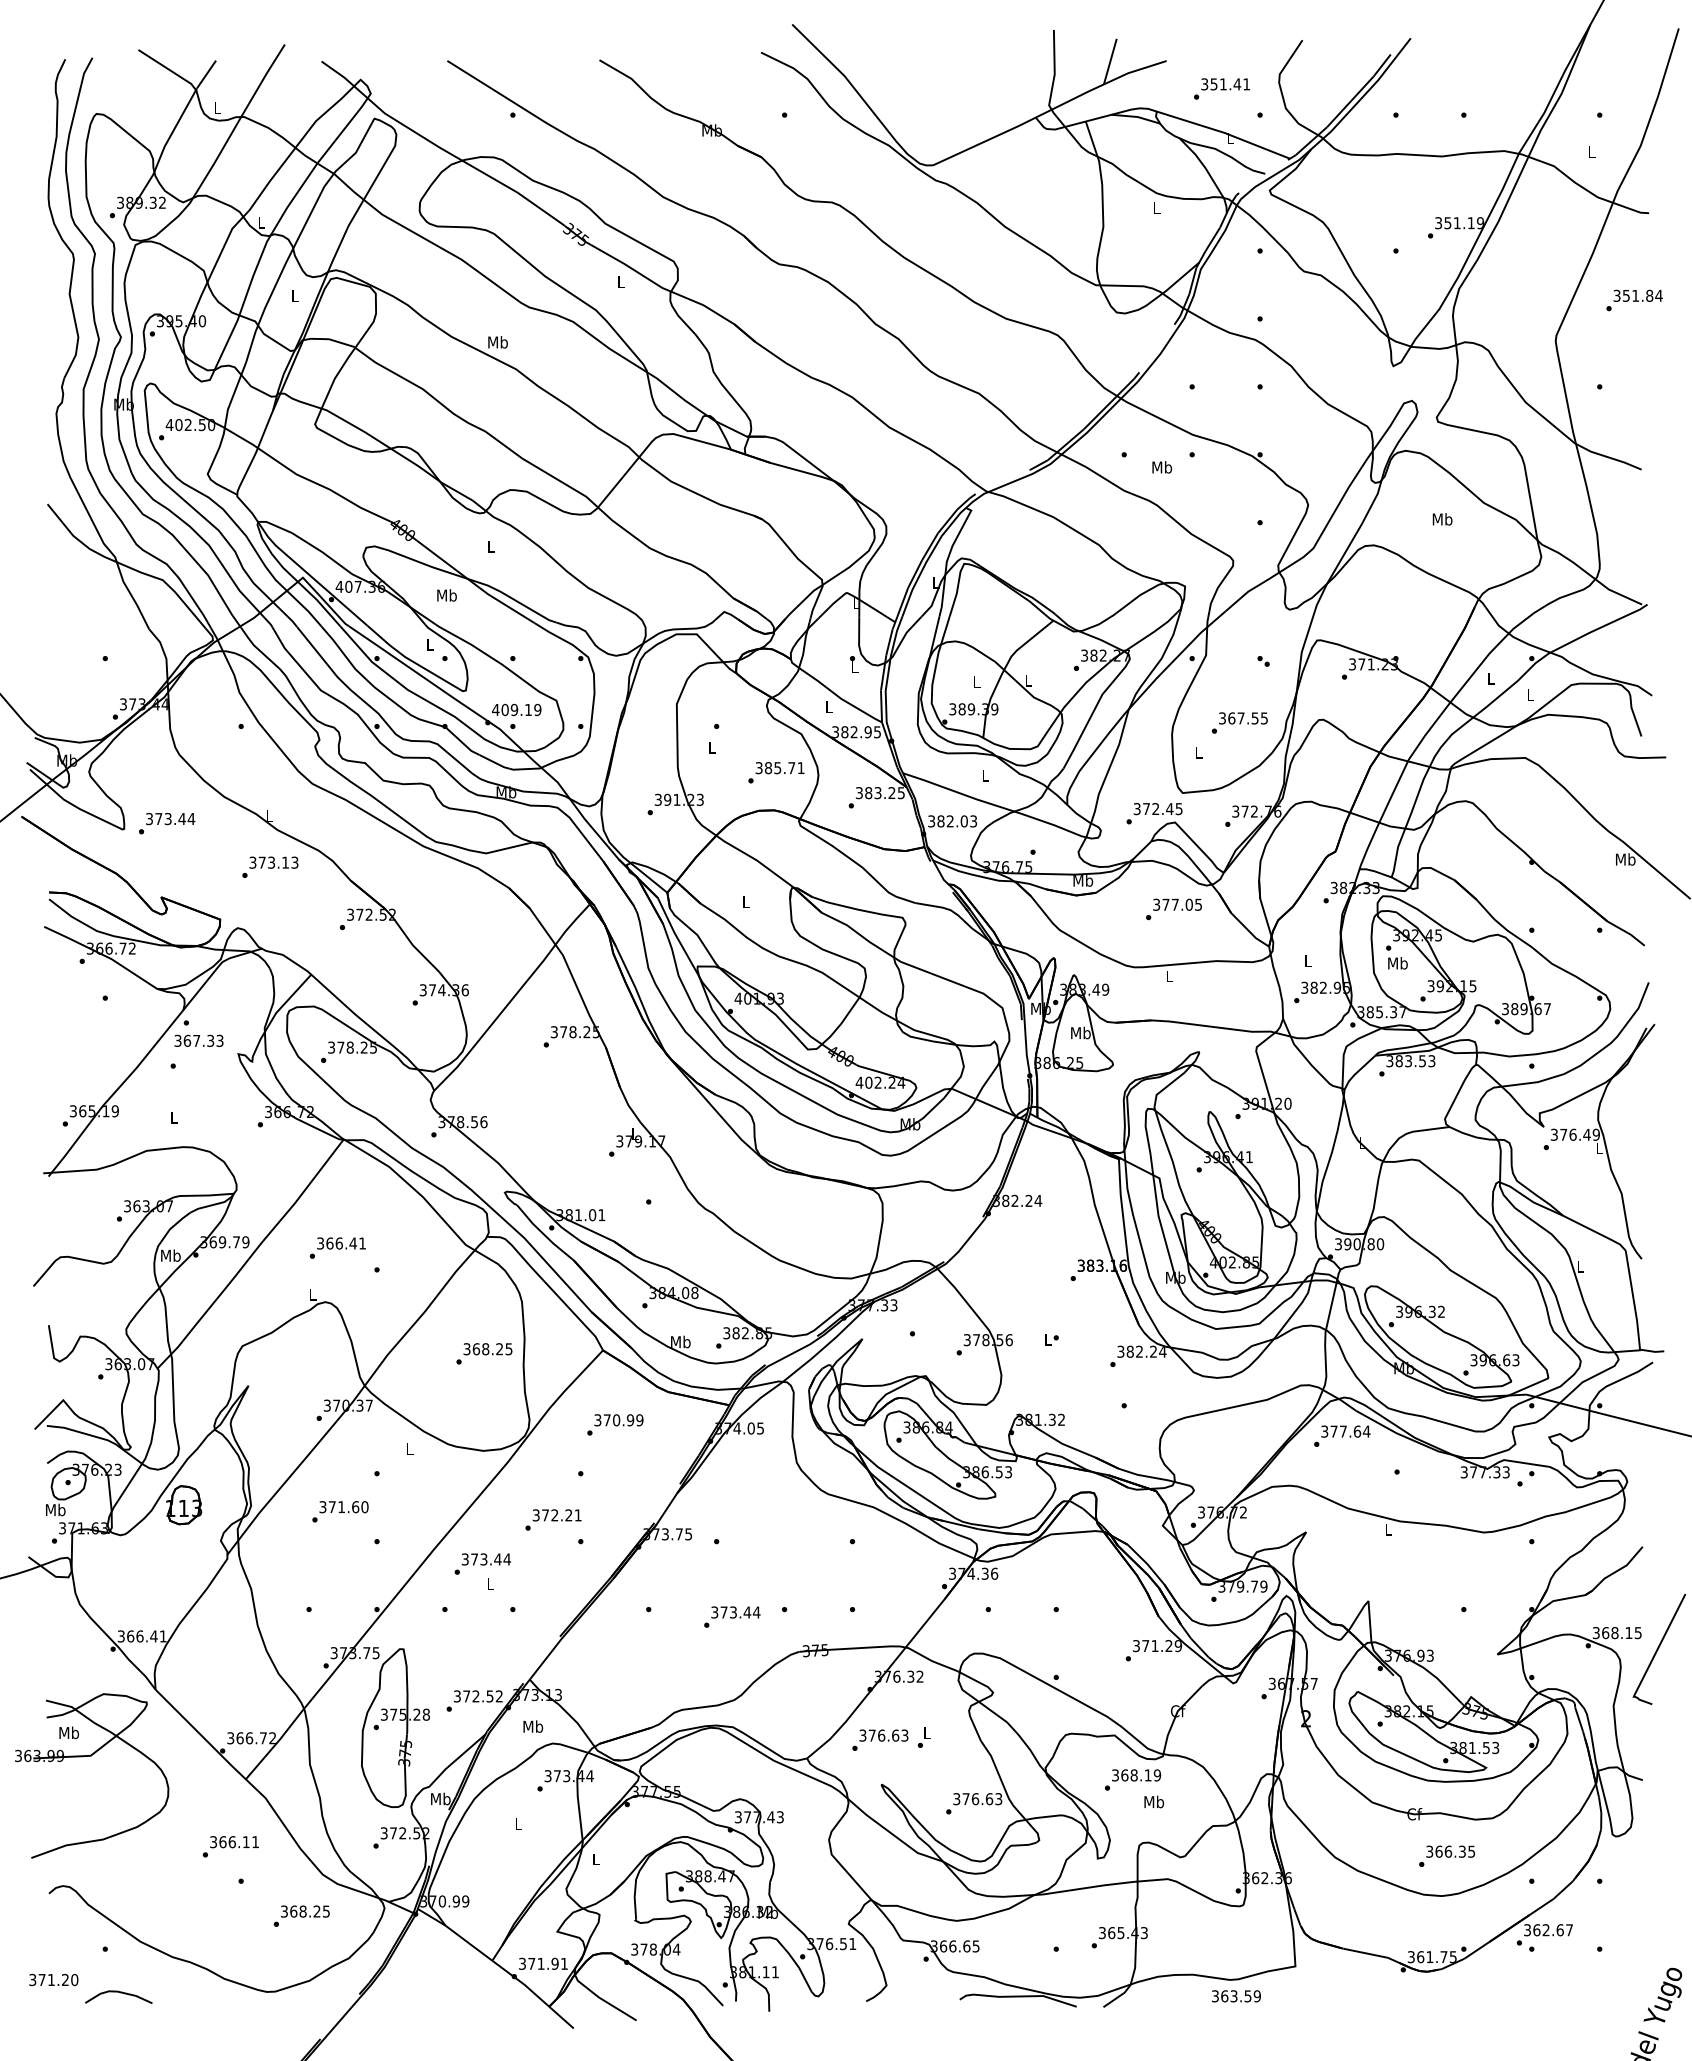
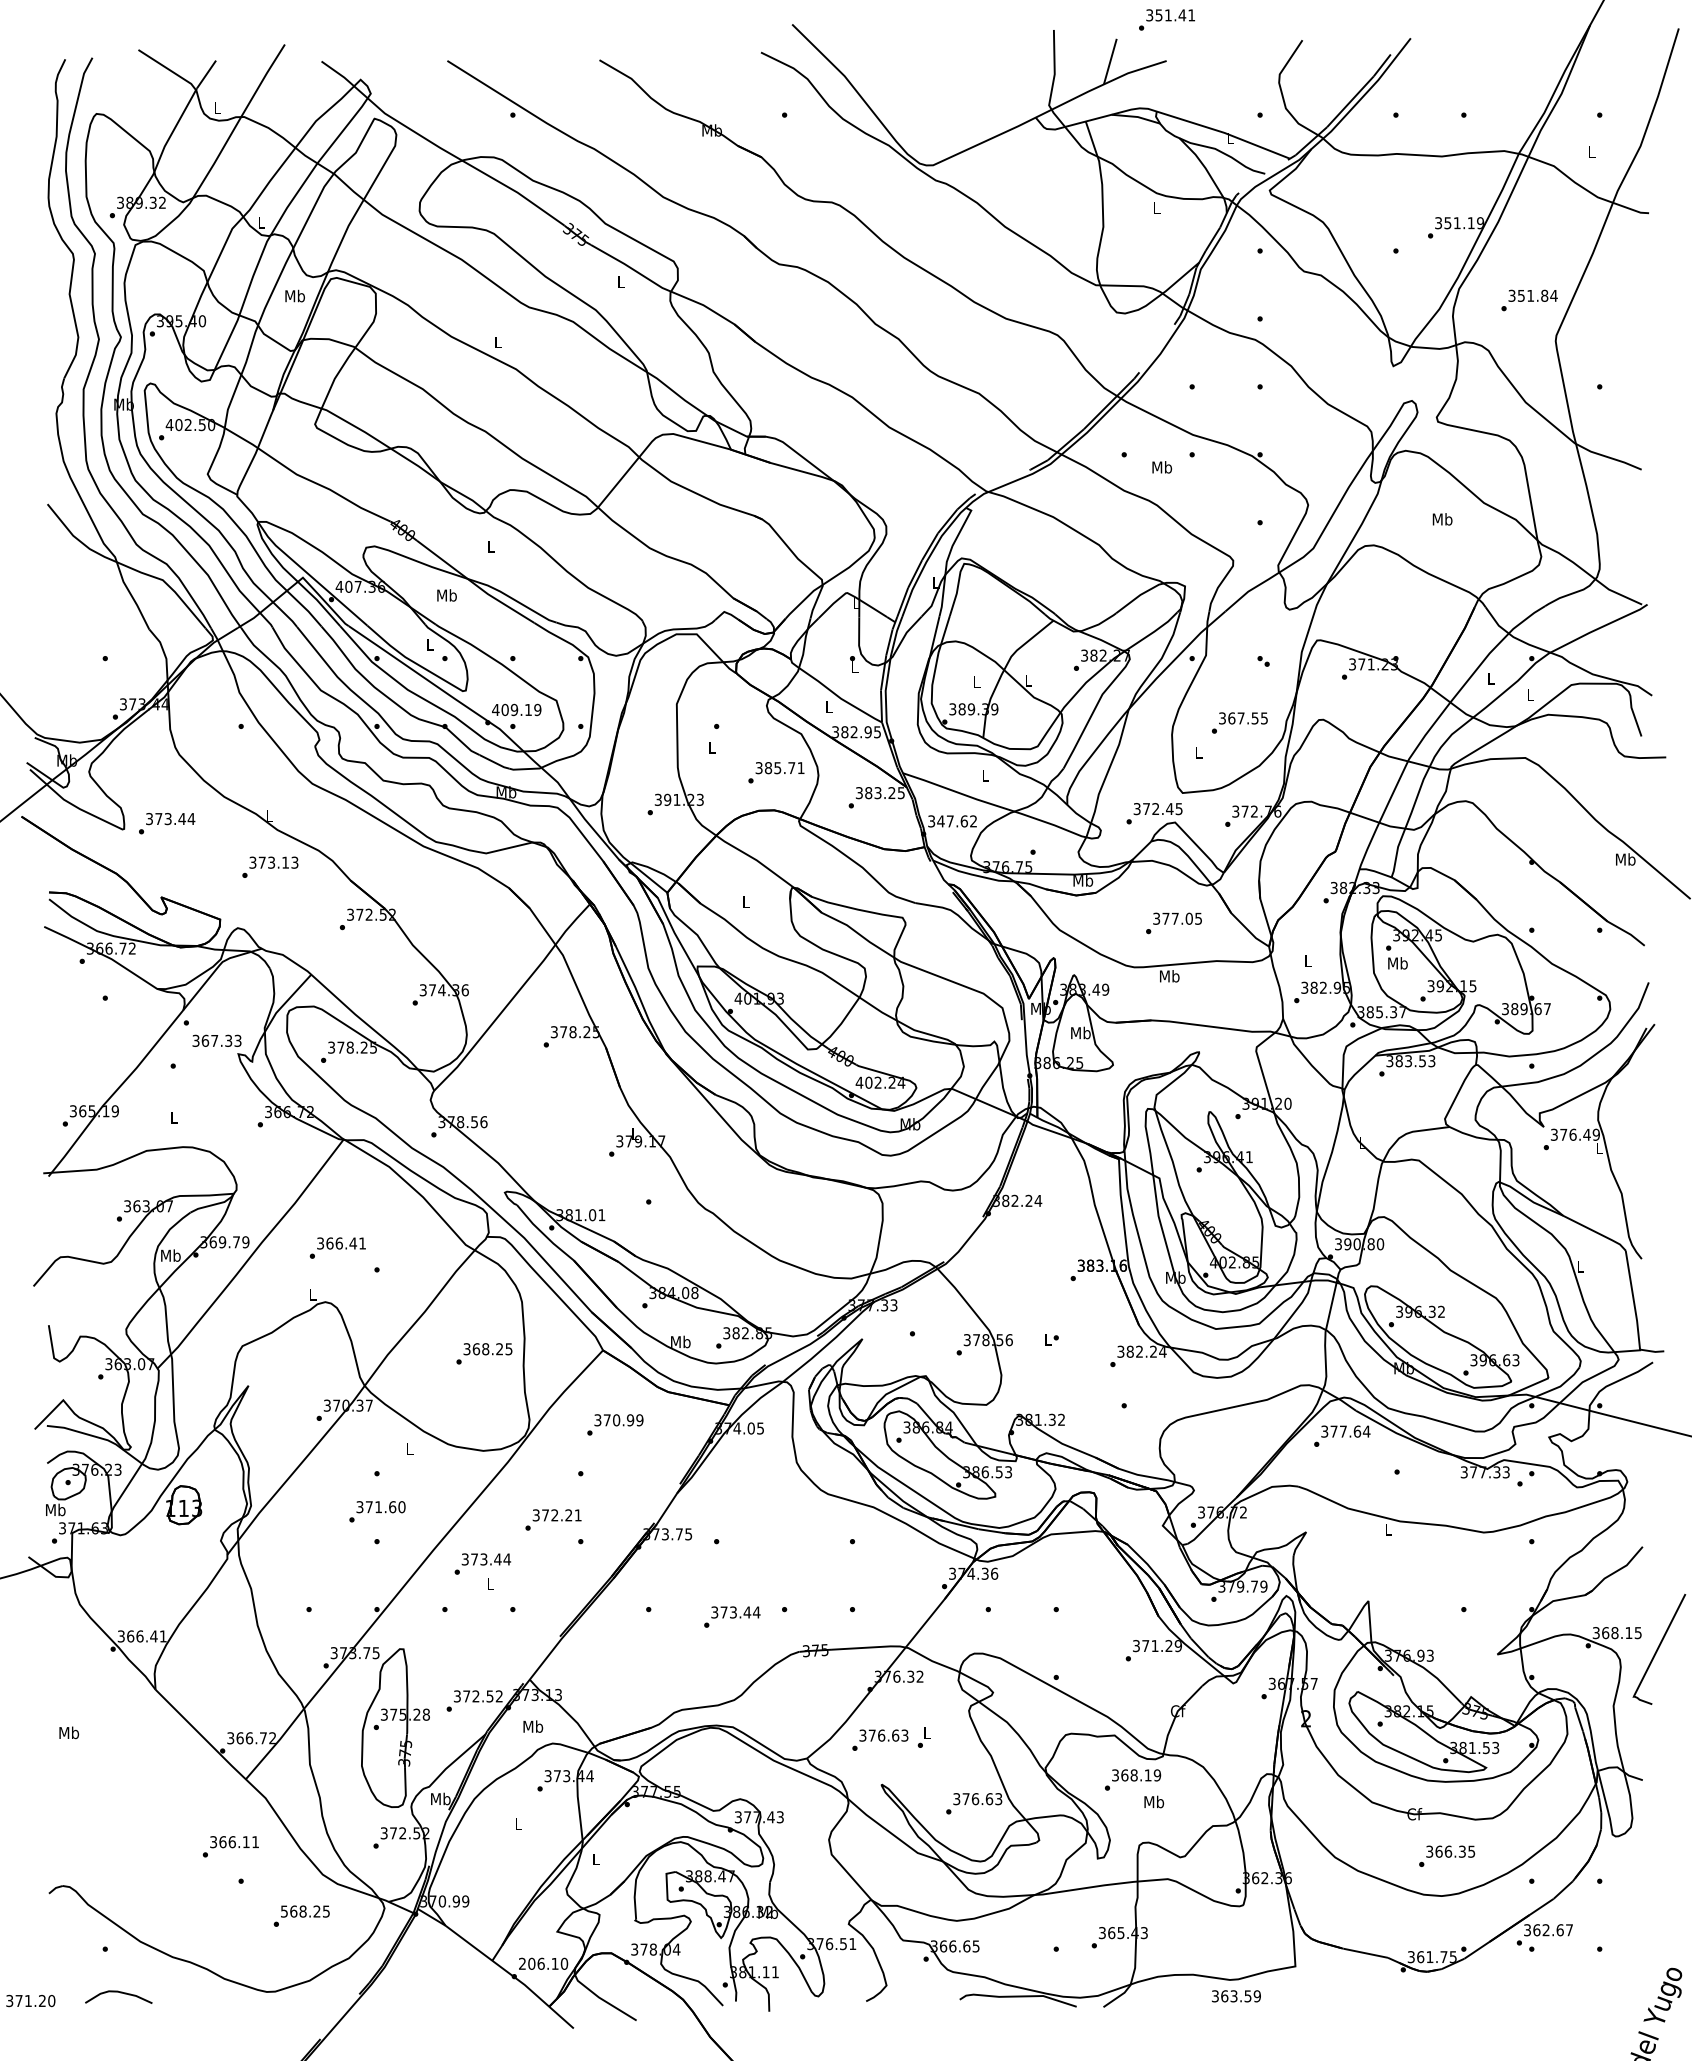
text at (1221, 88) position: (1221, 88) -> (1166, 19)
text at (294, 295): L -> Mb
text at (1634, 300) position: (1634, 300) -> (1529, 300)
text at (497, 342): Mb -> L
text at (957, 821): 382.03 -> 347.62
text at (1173, 909) position: (1173, 909) -> (1173, 923)
text at (1169, 976): L -> Mb
text at (198, 1040) position: (198, 1040) -> (216, 1040)
text at (340, 1511) position: (340, 1511) -> (377, 1511)
part at (91, 1756): present -> none
text at (284, 1910): 368.25 -> 568.25
text at (543, 1963): 371.91 -> 206.10
text at (53, 1979) position: (53, 1979) -> (30, 2000)
